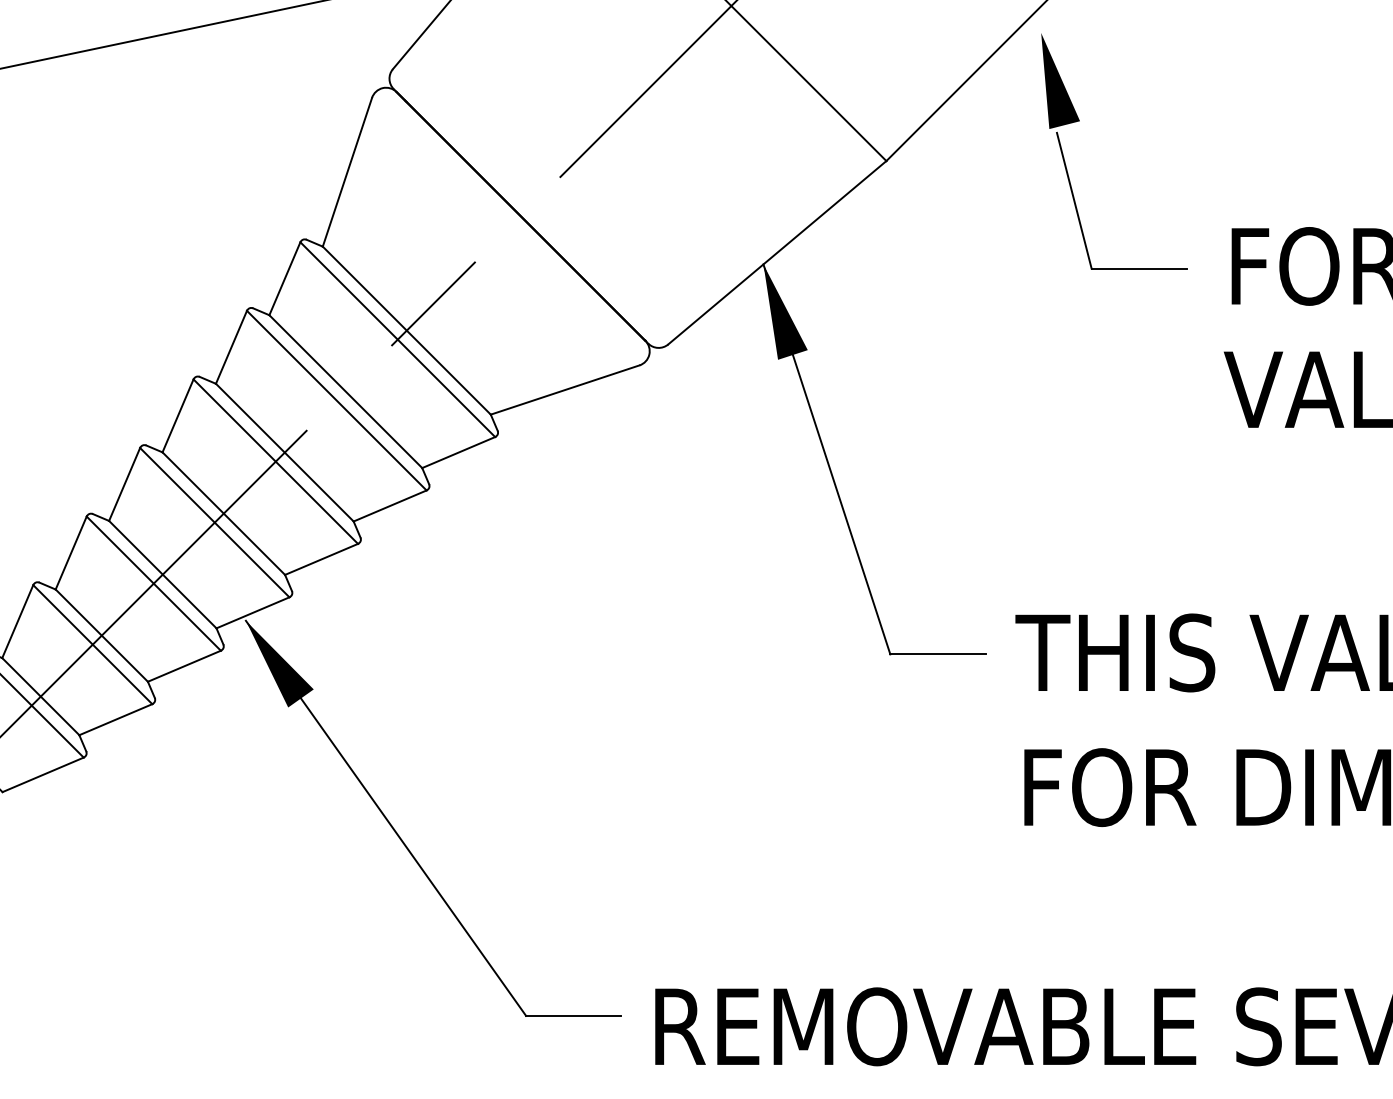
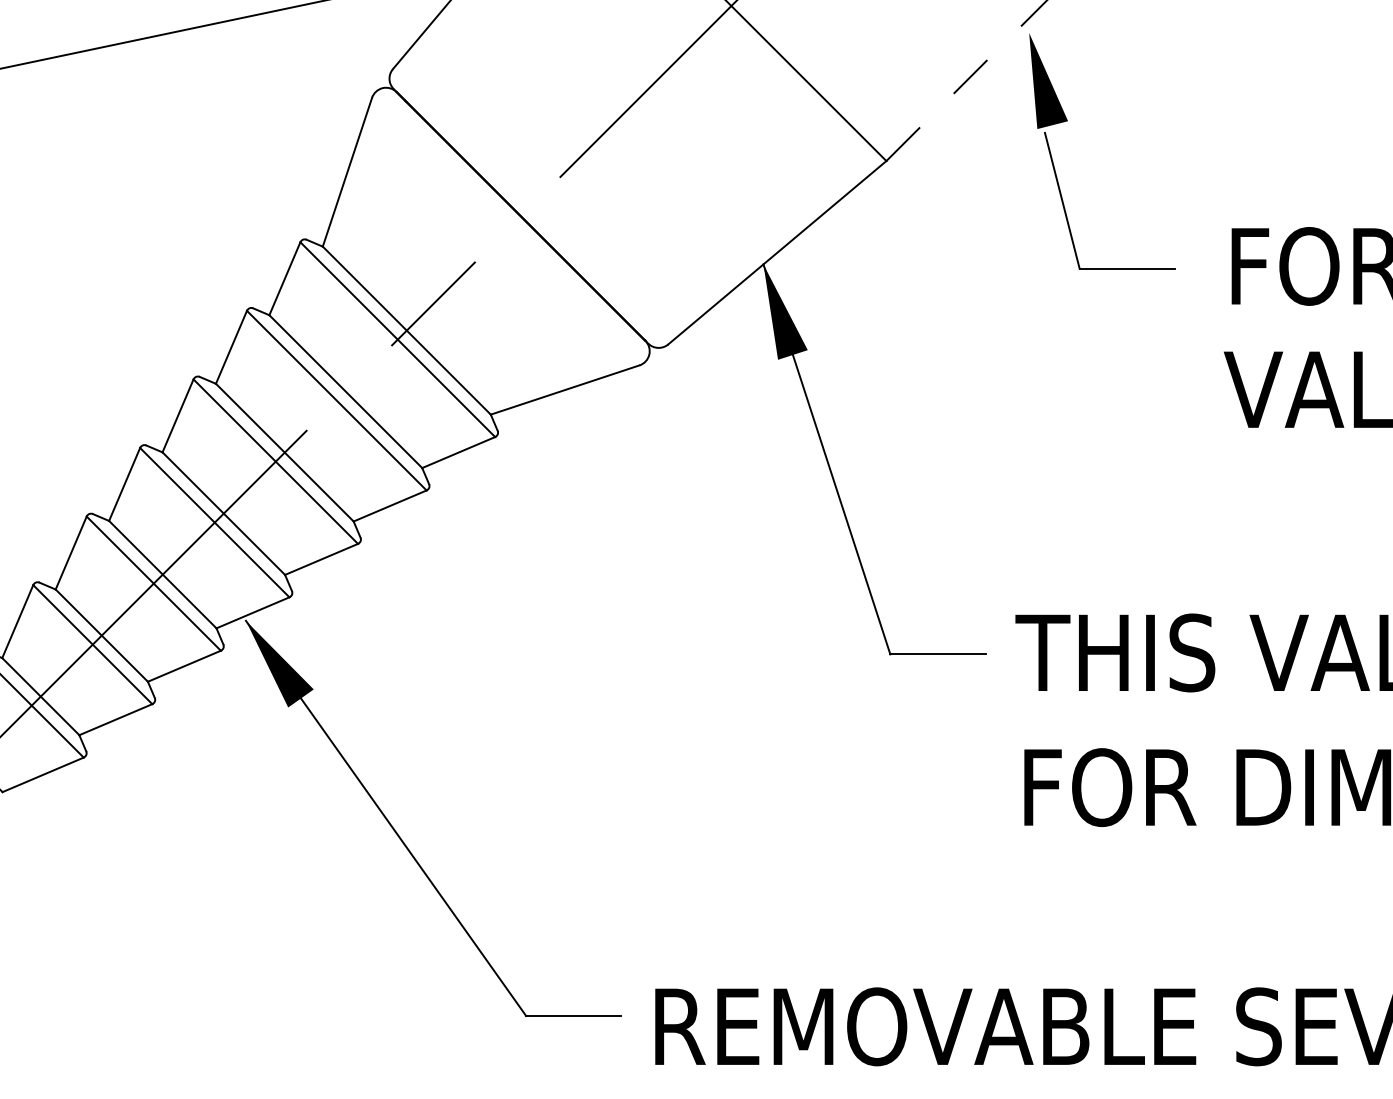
line at (966, 80): solid -> dashed
part at (1079, 121) position: (1079, 121) -> (1067, 121)
